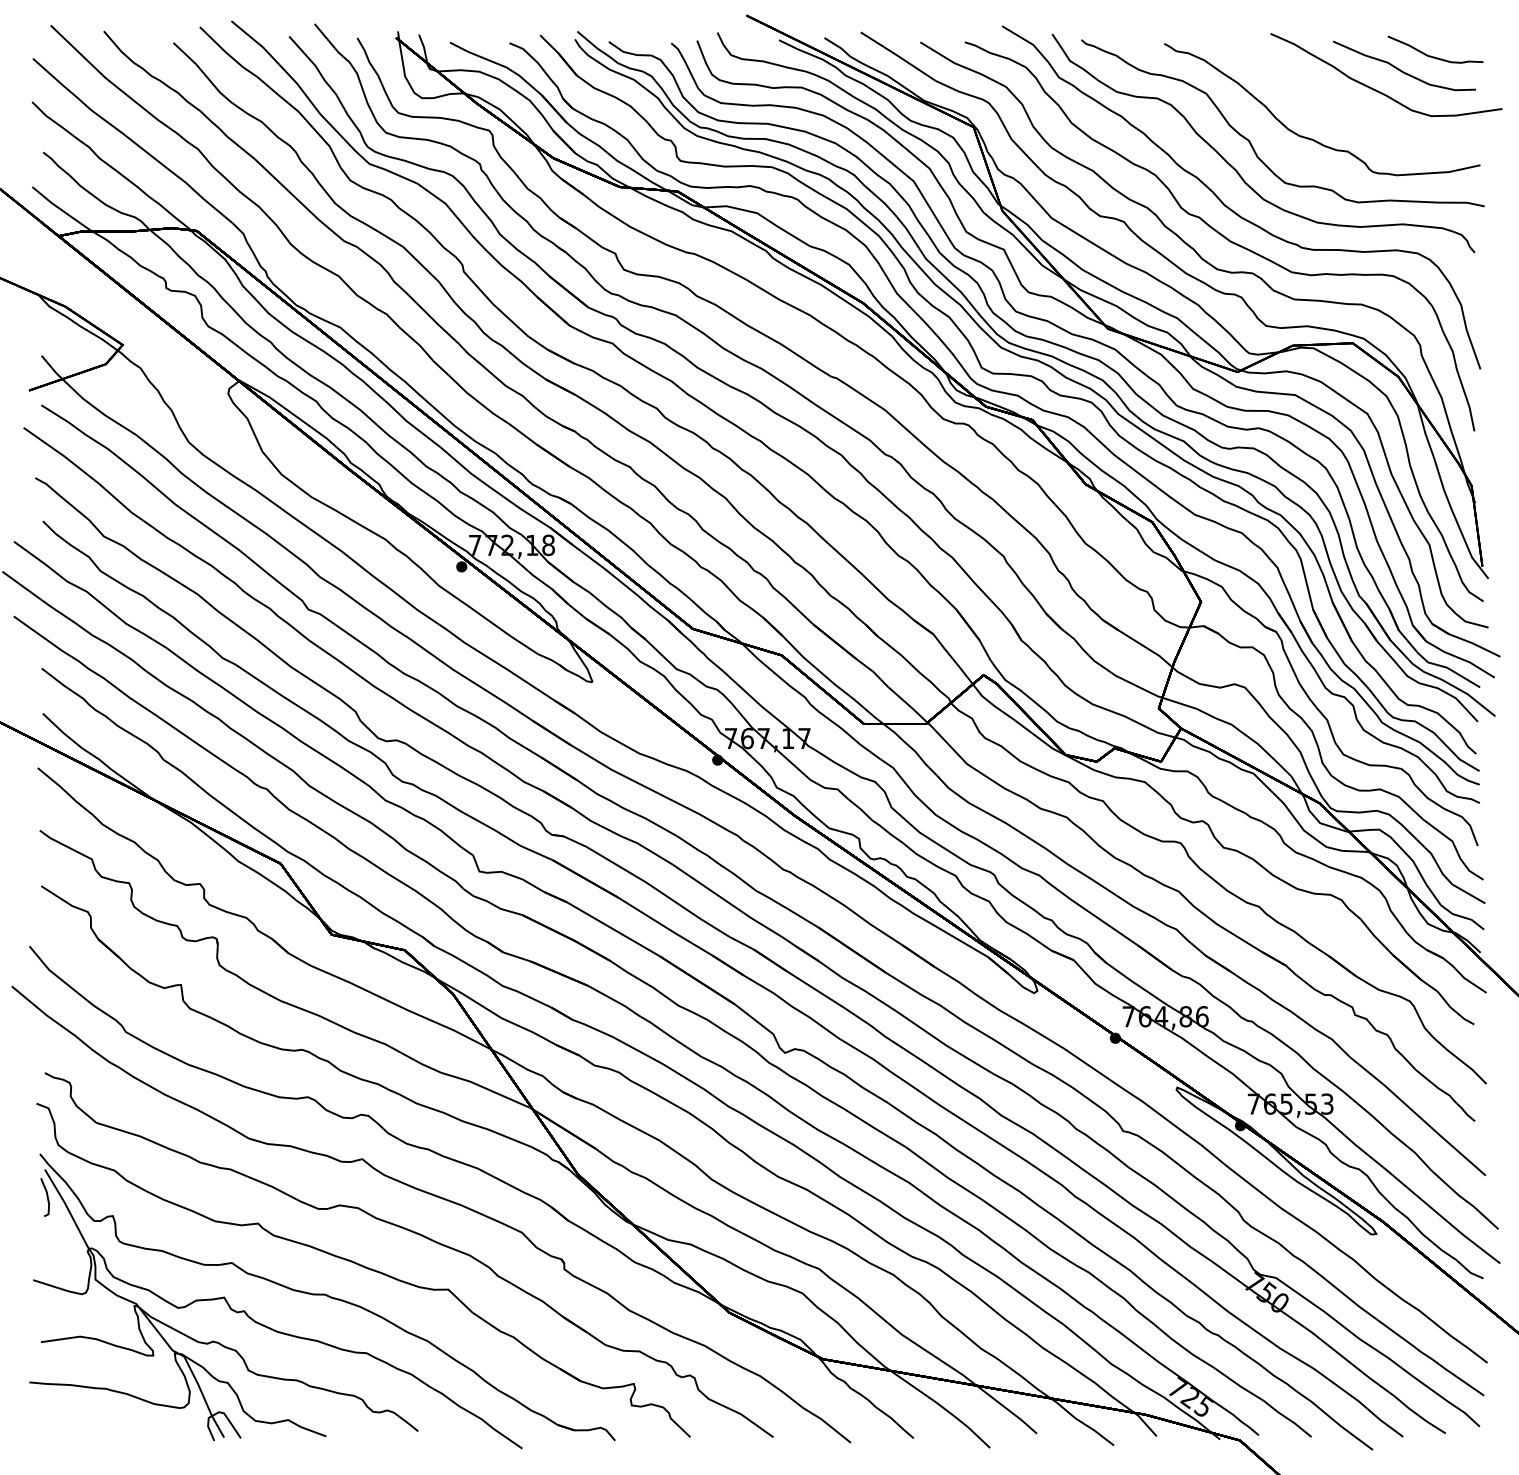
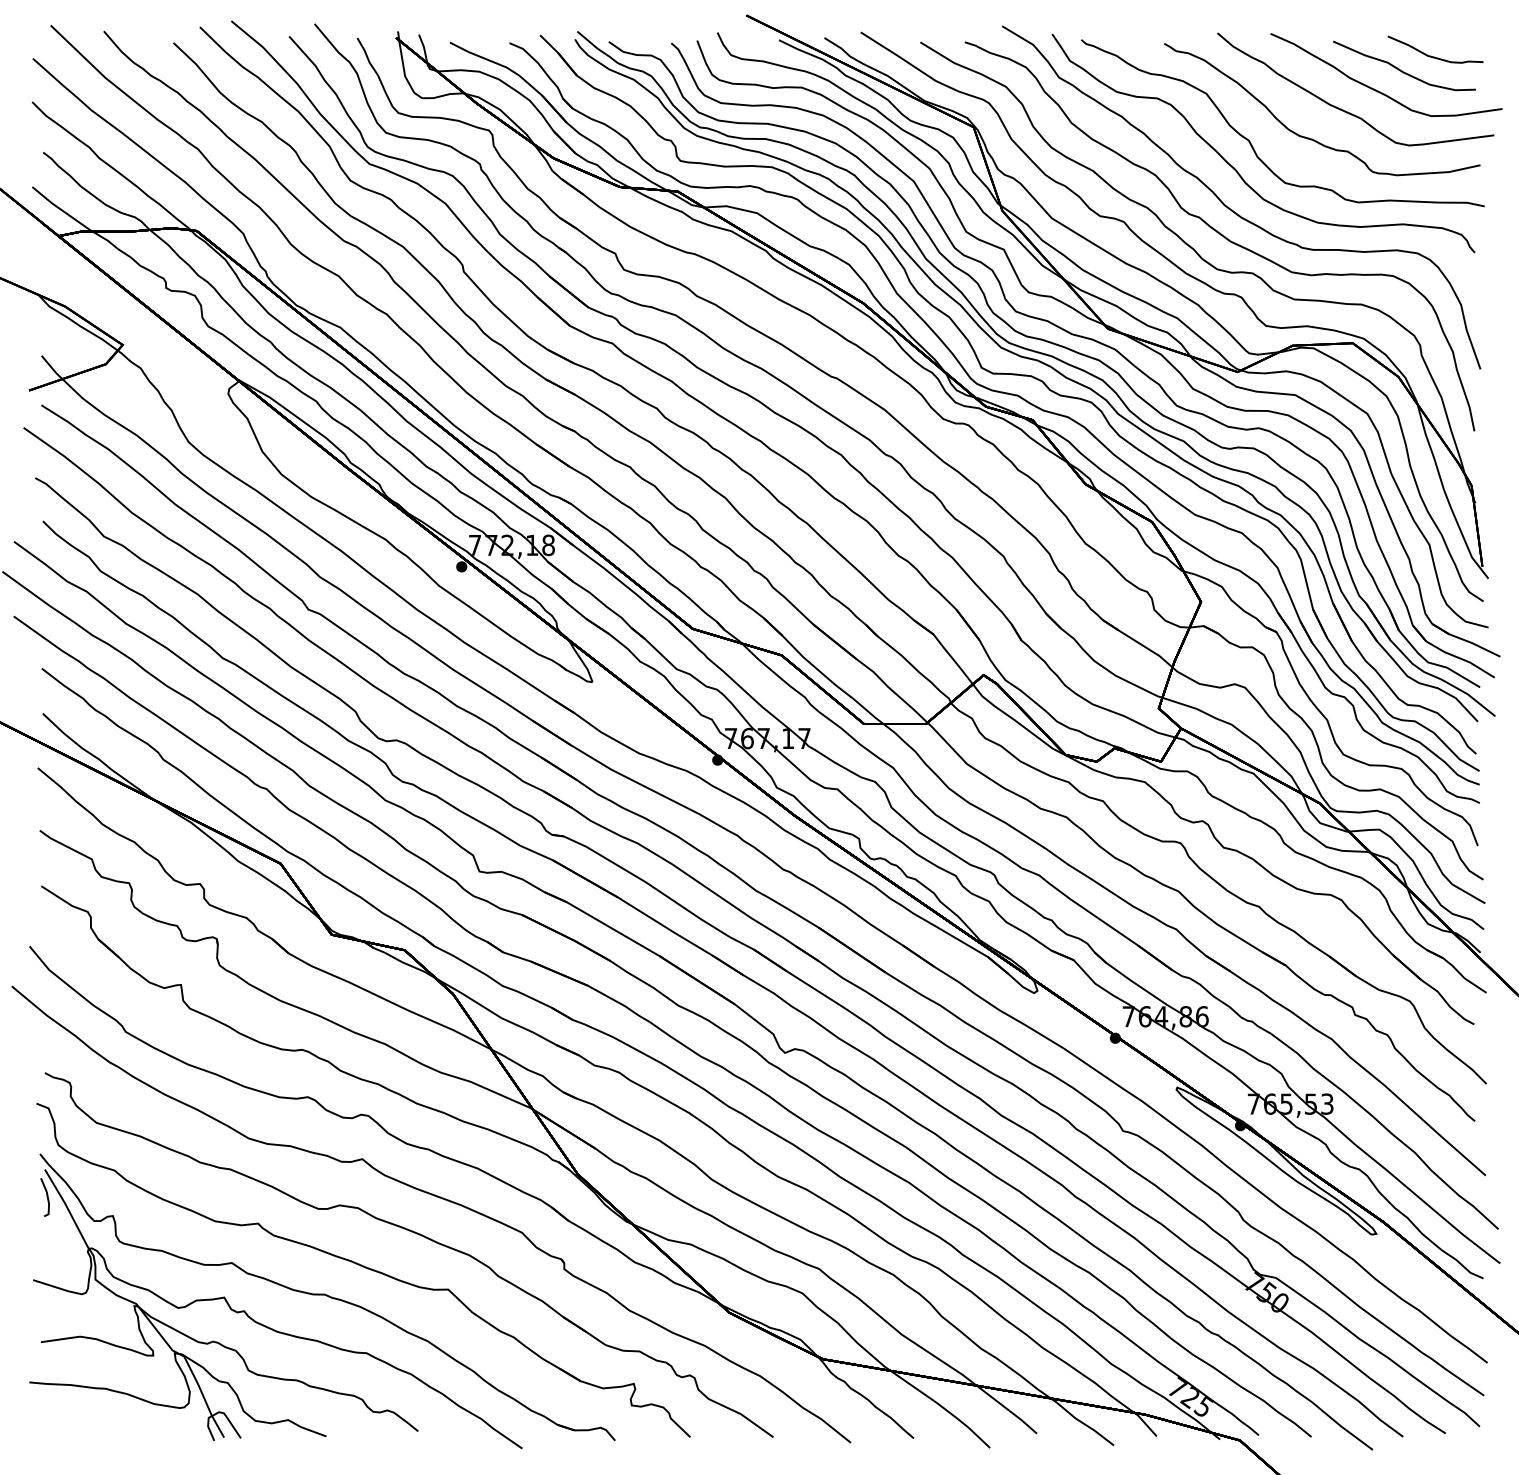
part at (1345, 110): none -> present
